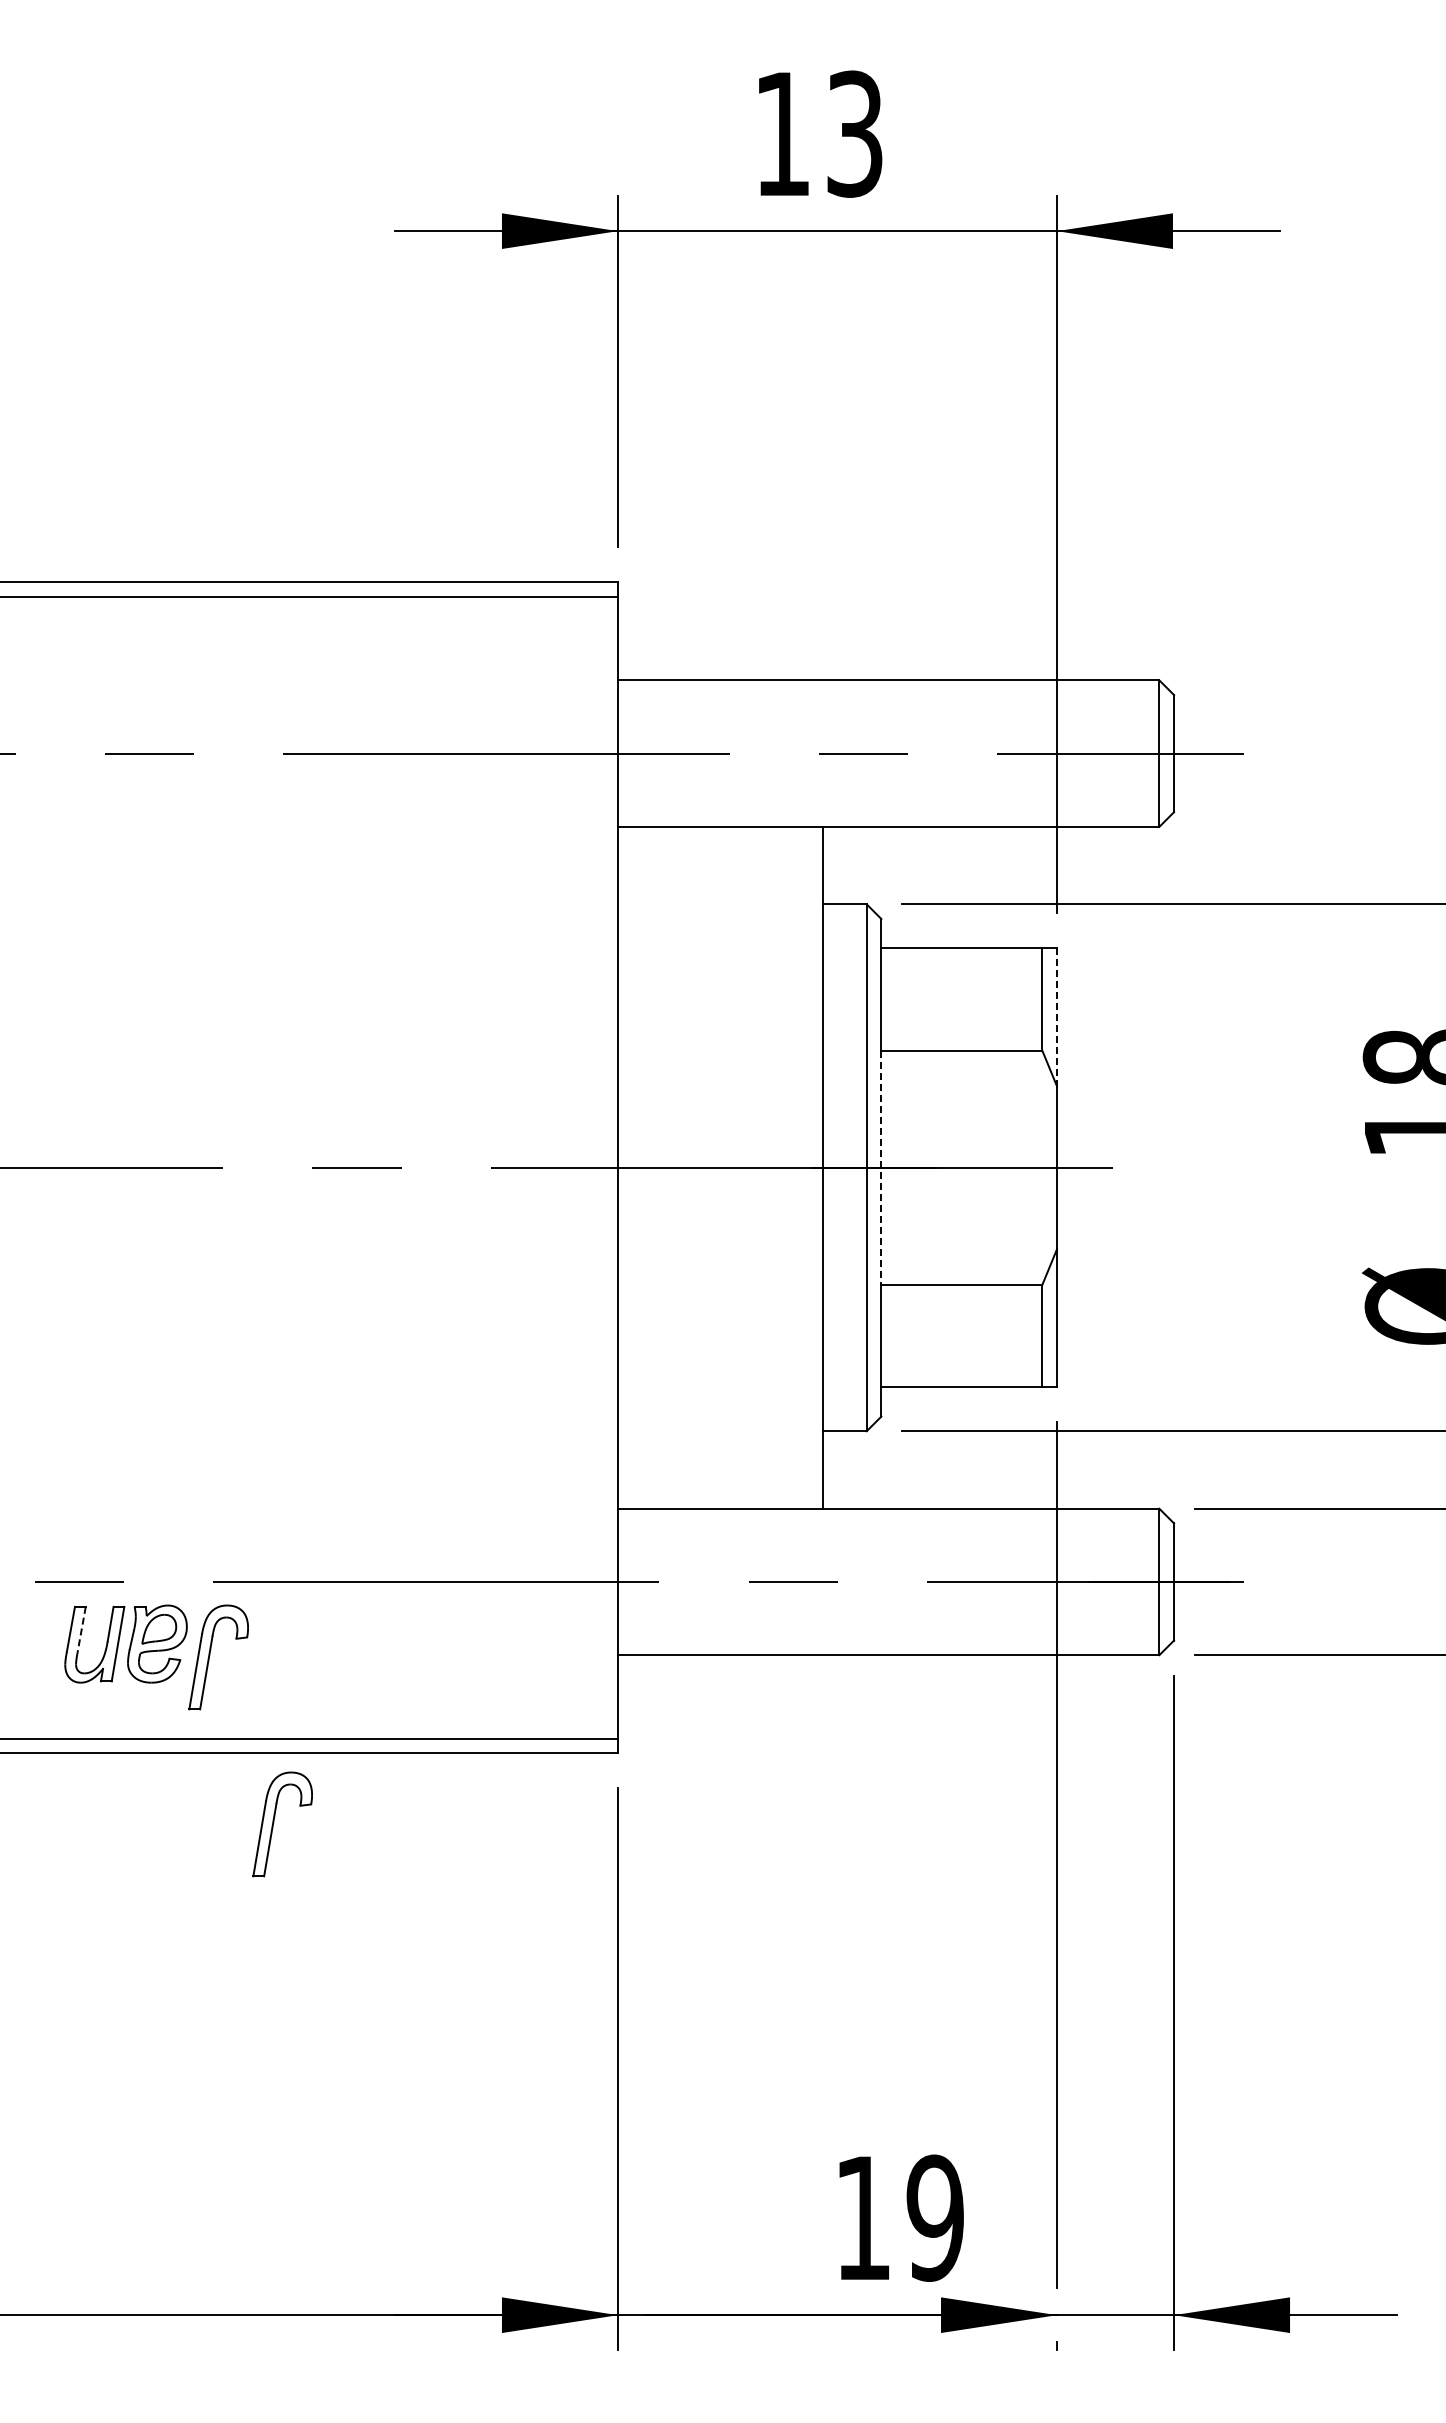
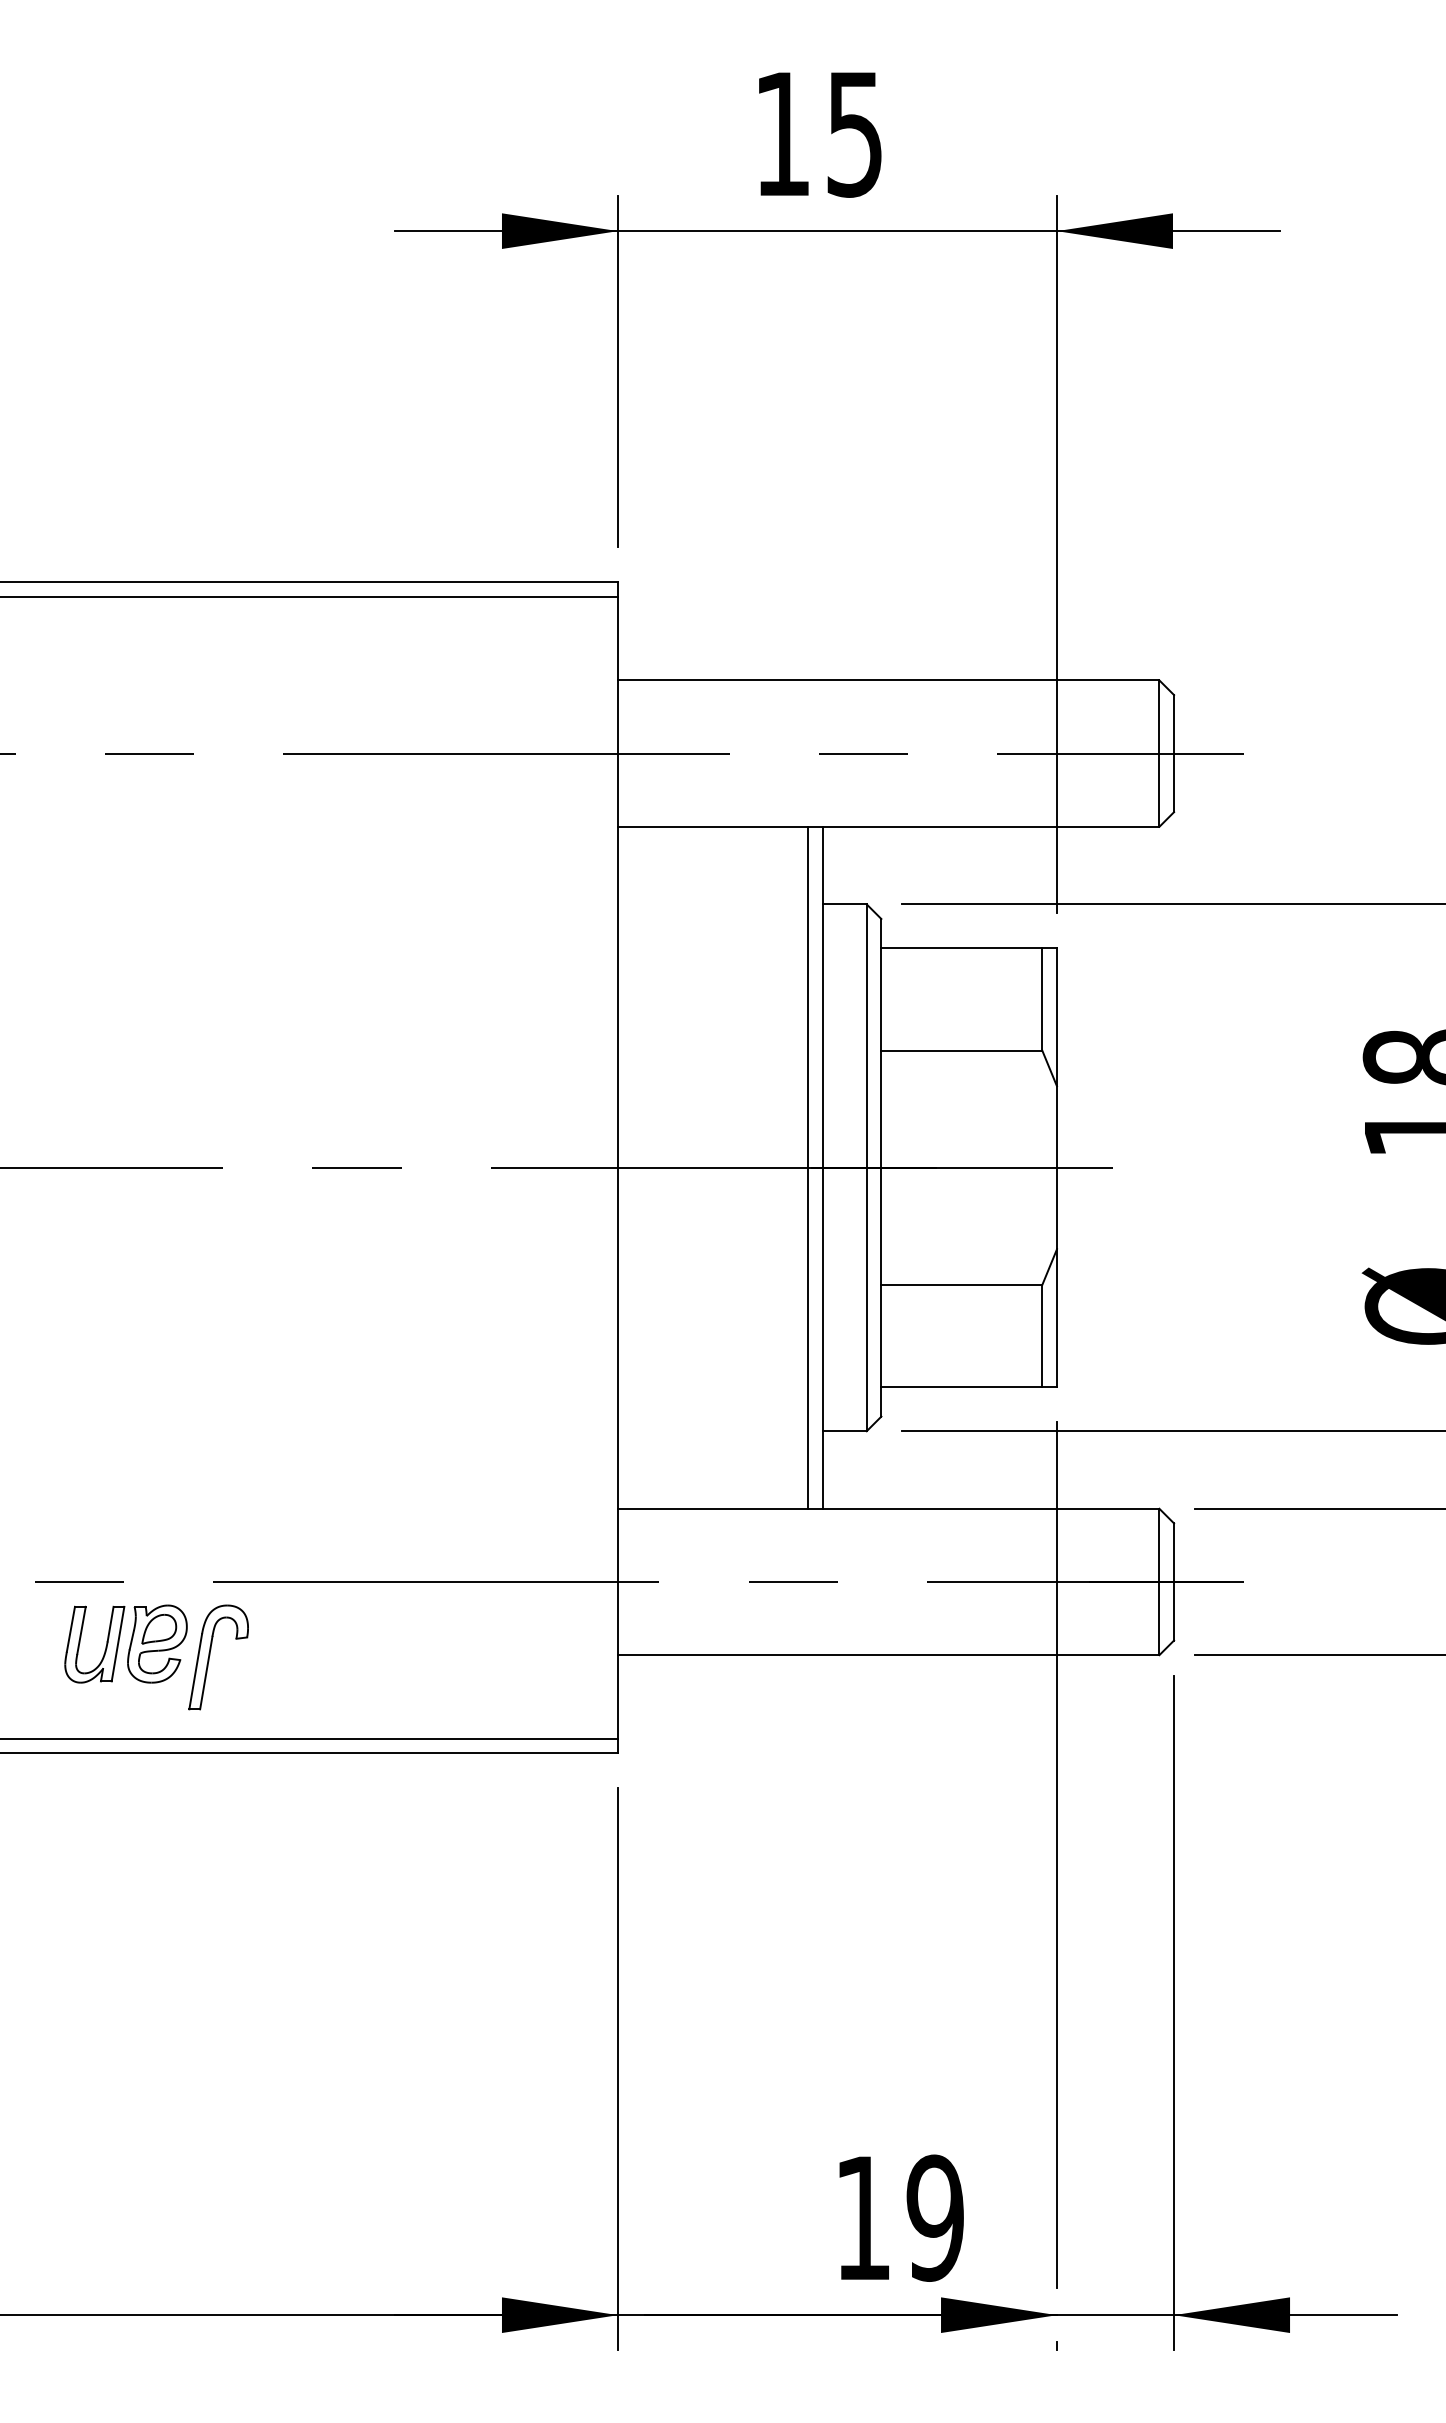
text at (854, 133): 13 -> 15
line at (1057, 1017): dashed -> solid
line at (808, 1167): none -> present
line at (881, 1168): dashed -> solid
line at (81, 1630): dashed -> solid
part at (274, 1822): present -> none
